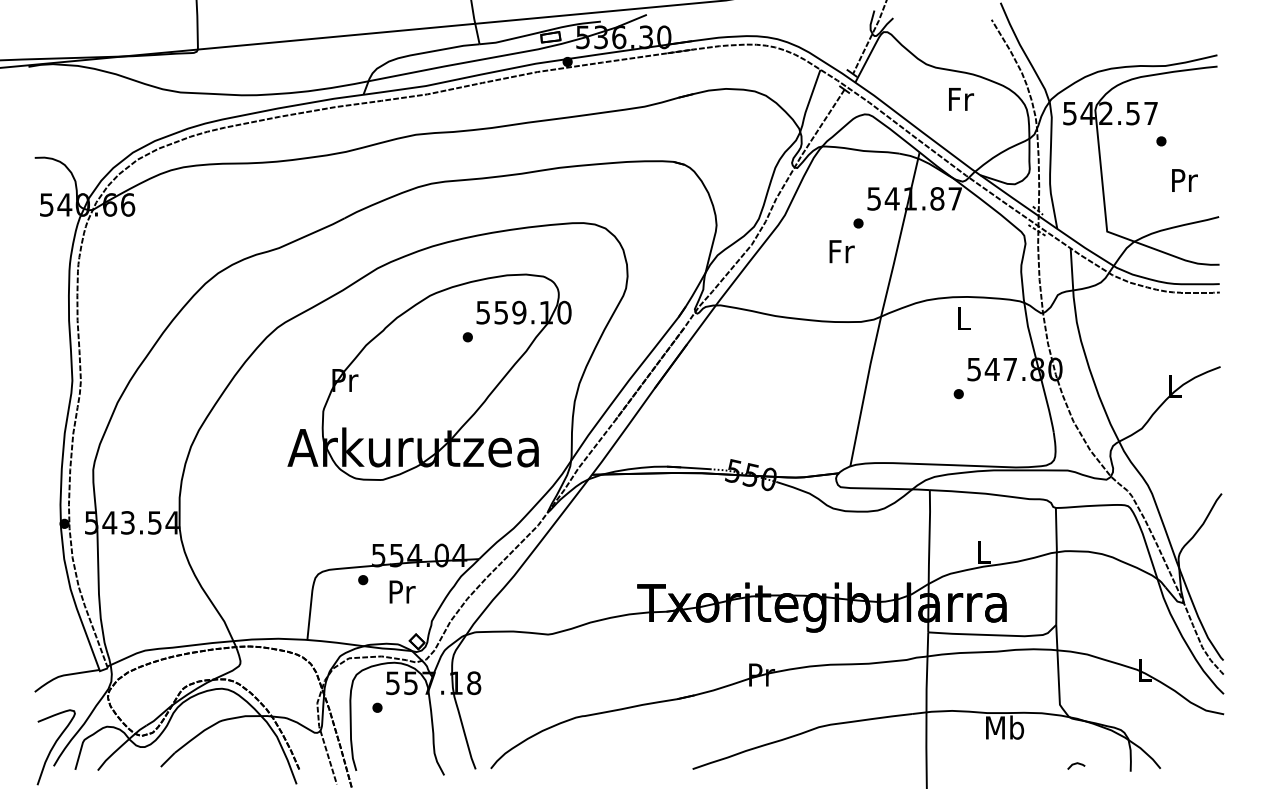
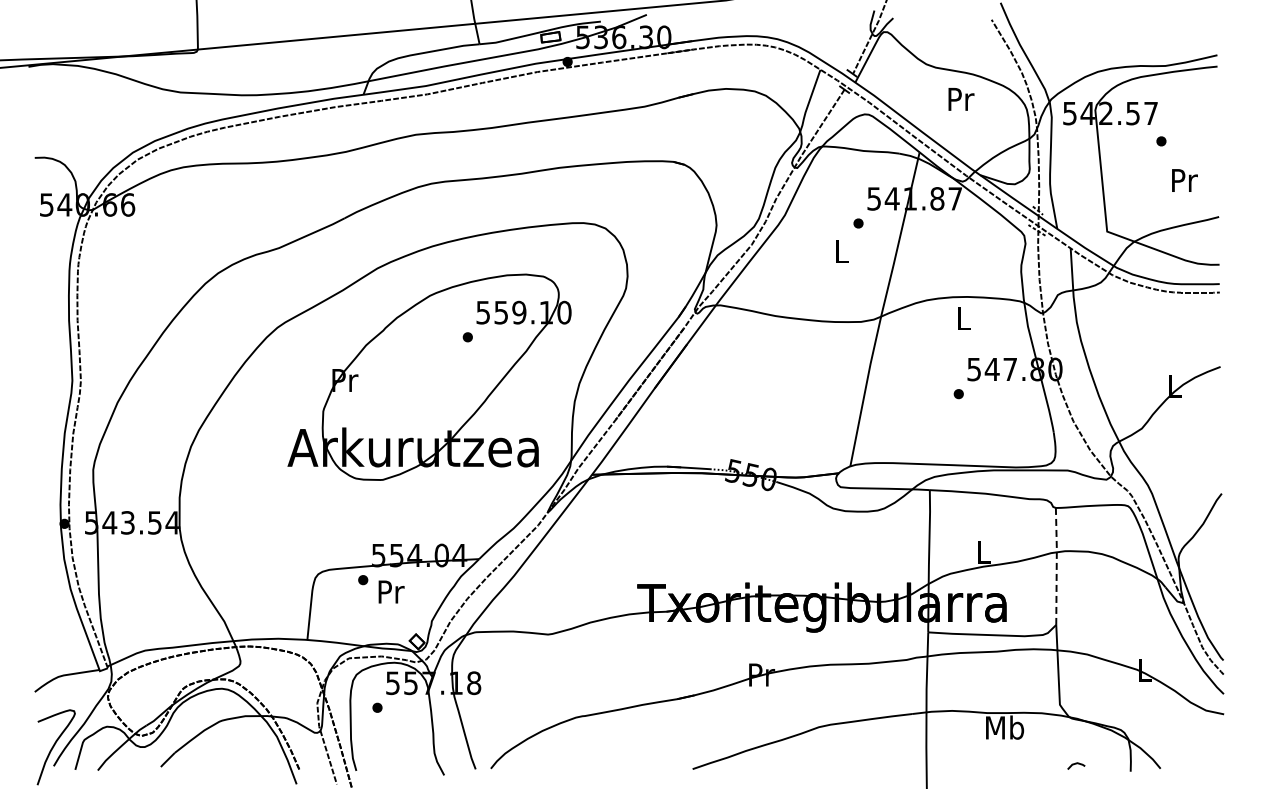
text at (961, 98): Fr -> Pr
text at (841, 251): Fr -> L
line at (1056, 565): solid -> dashed
text at (402, 591) position: (402, 591) -> (391, 591)
